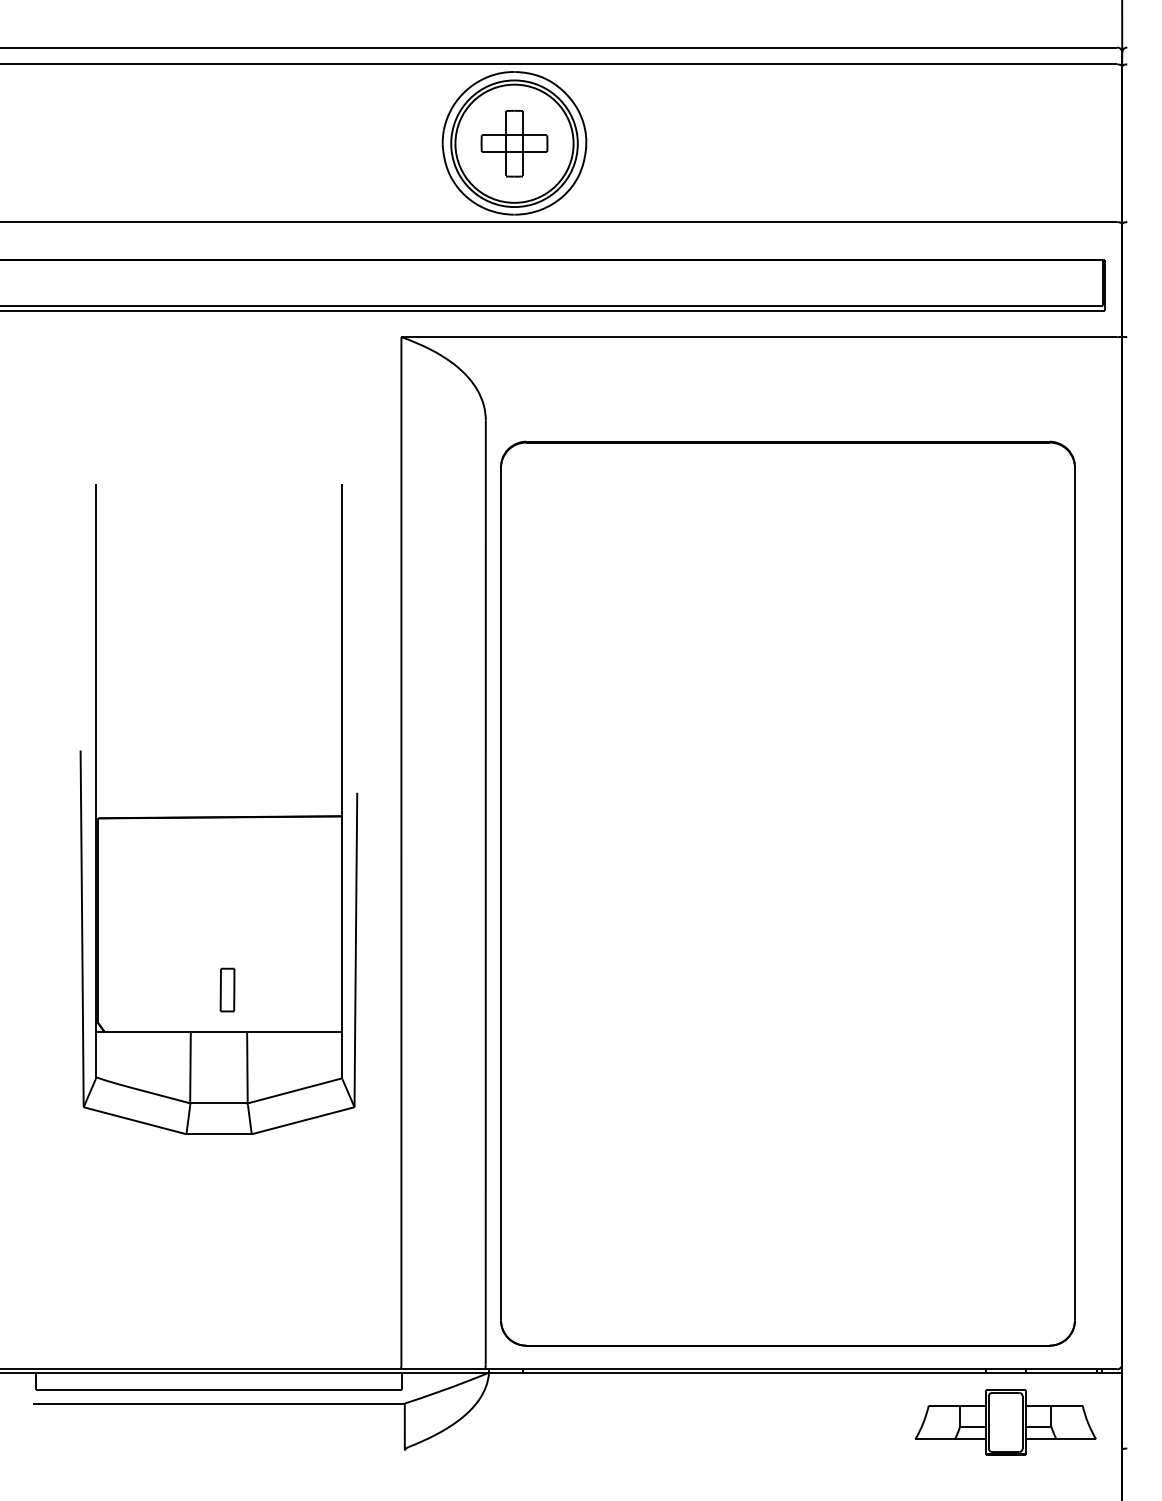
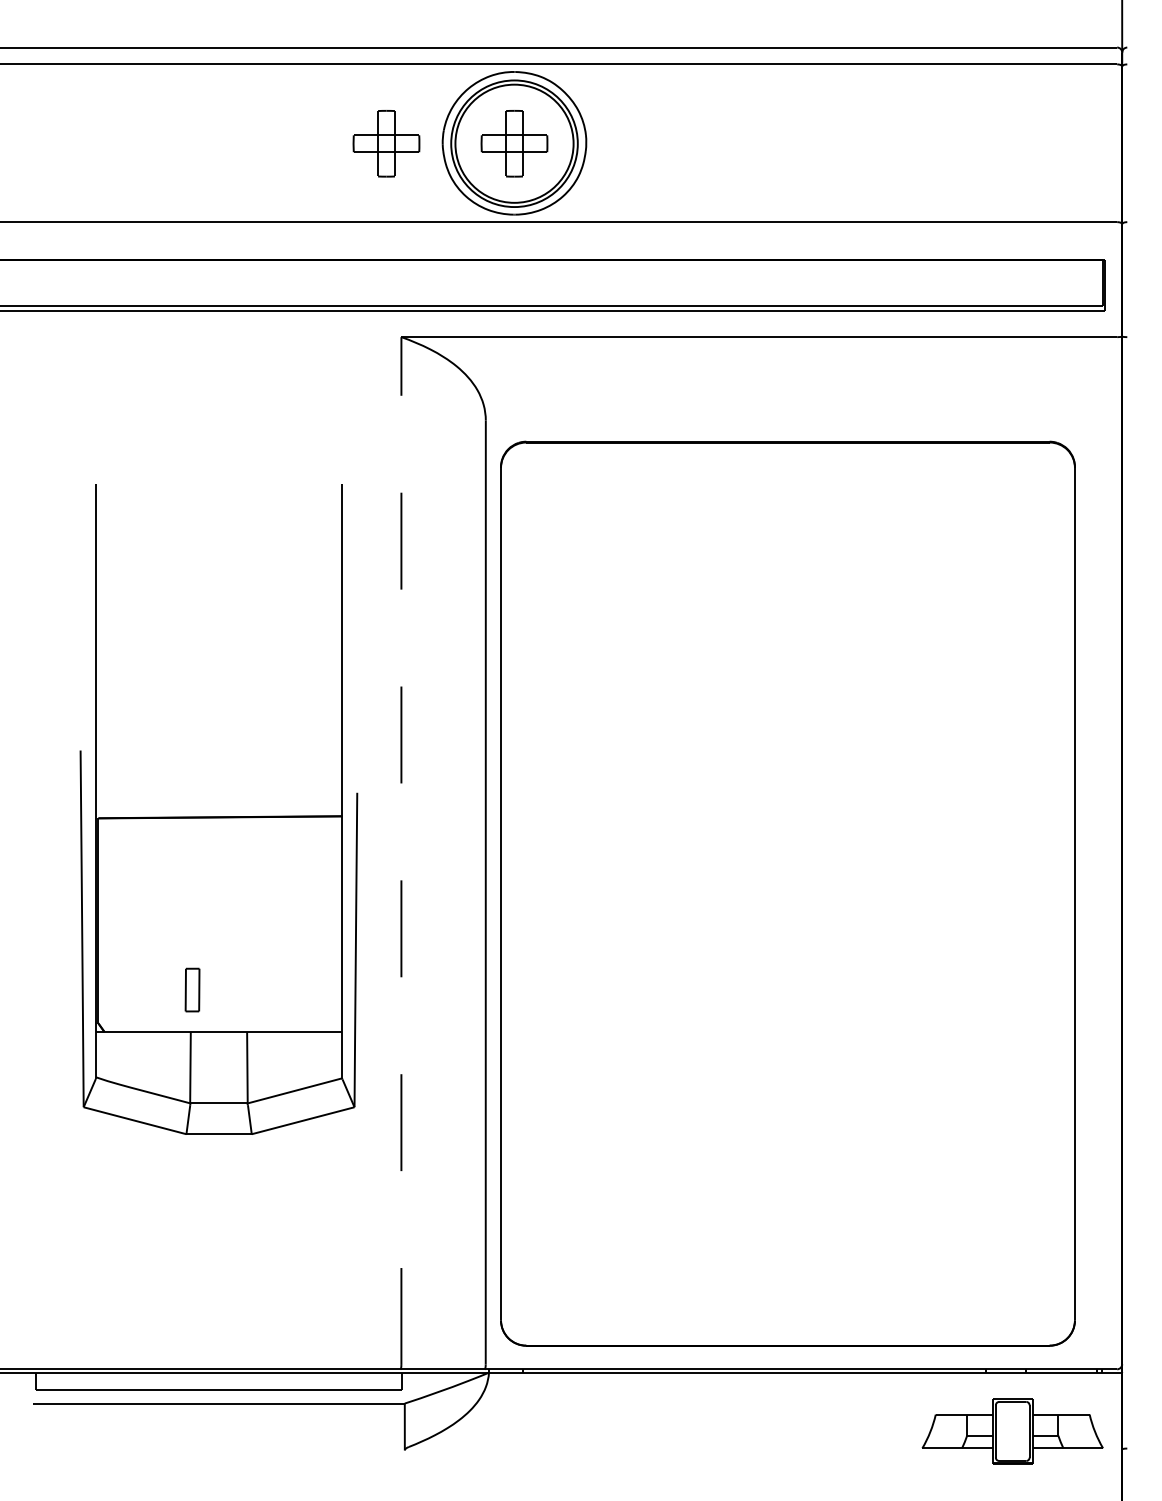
part at (386, 143): none -> present
line at (401, 851): solid -> dashed
part at (227, 989) position: (227, 989) -> (192, 989)
part at (1005, 1422) position: (1005, 1422) -> (1012, 1431)
